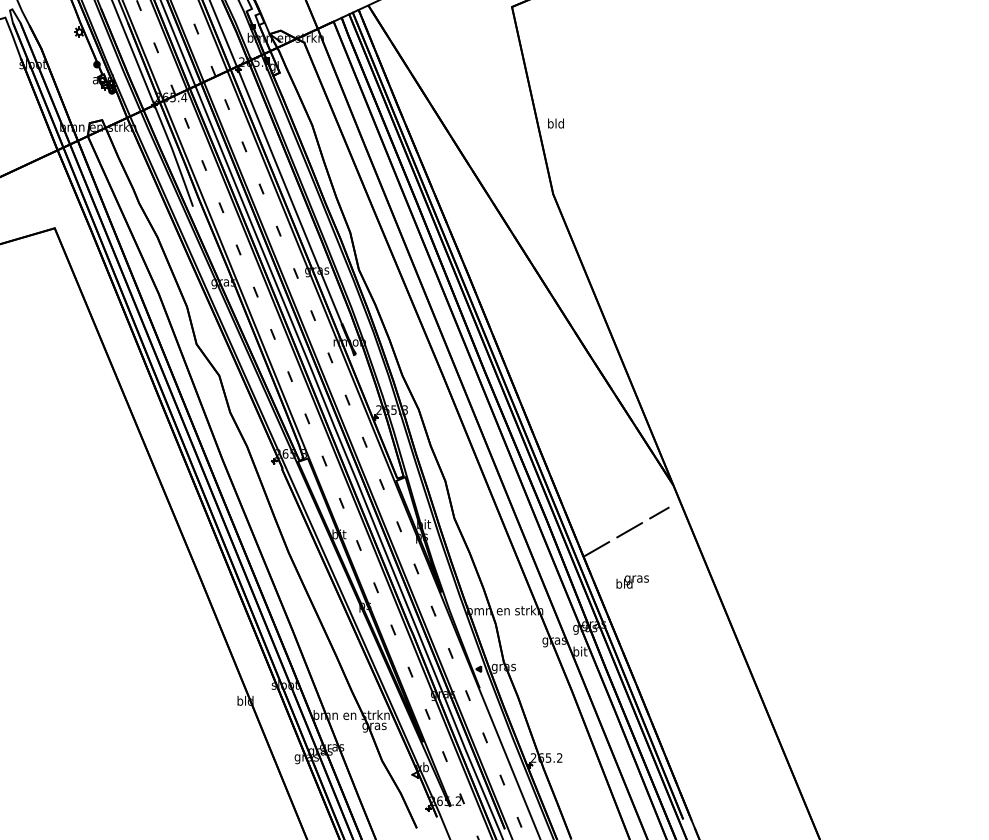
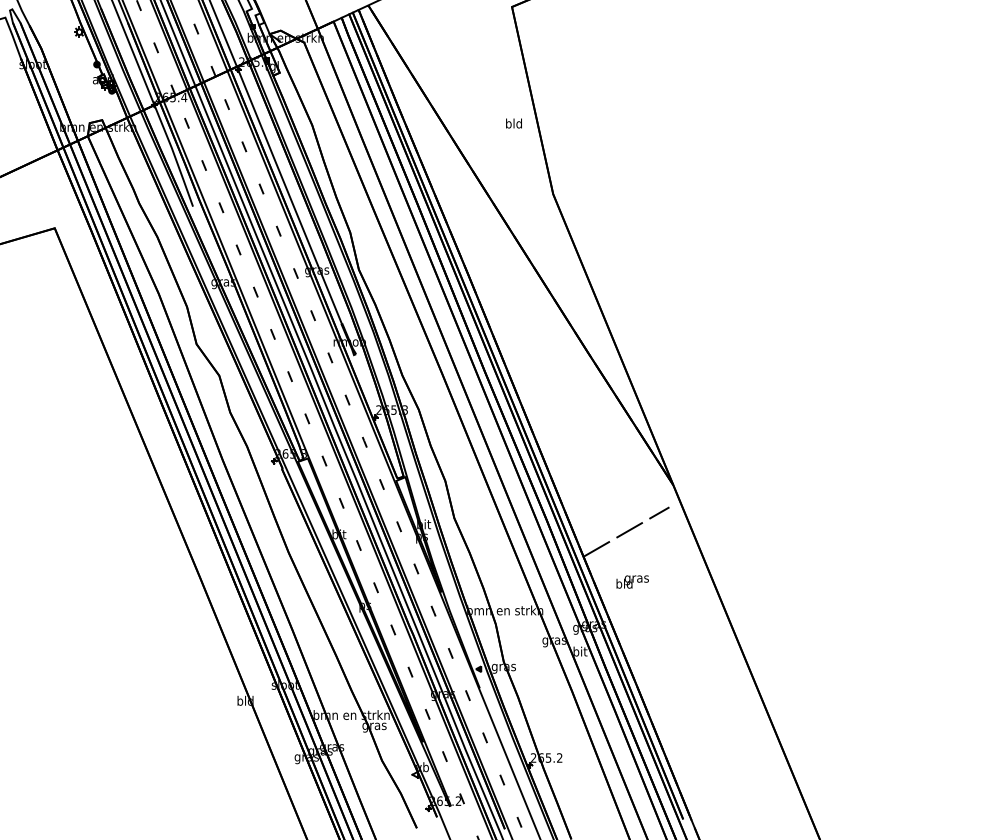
text at (555, 123) position: (555, 123) -> (513, 123)
